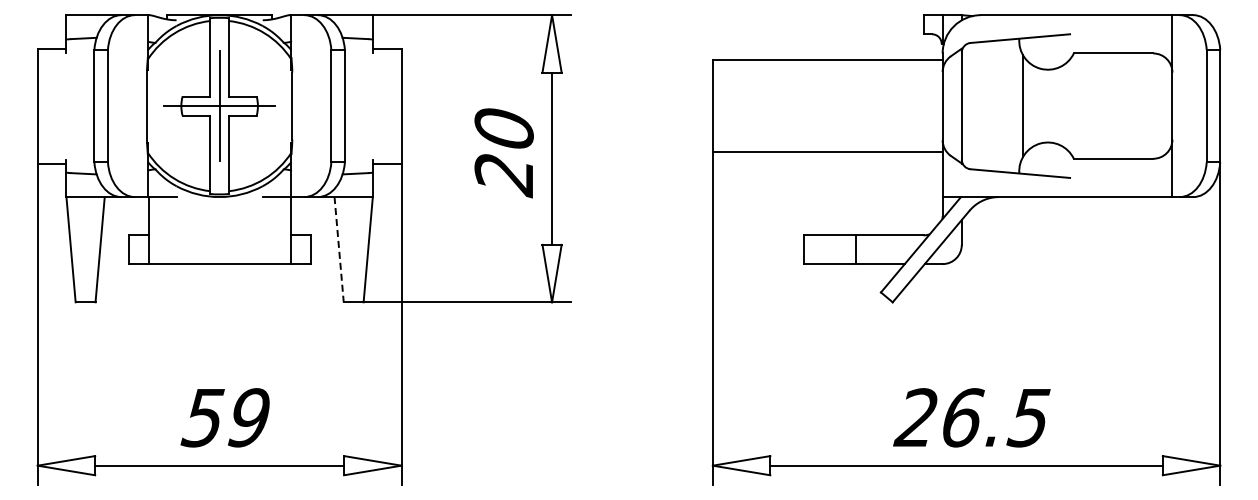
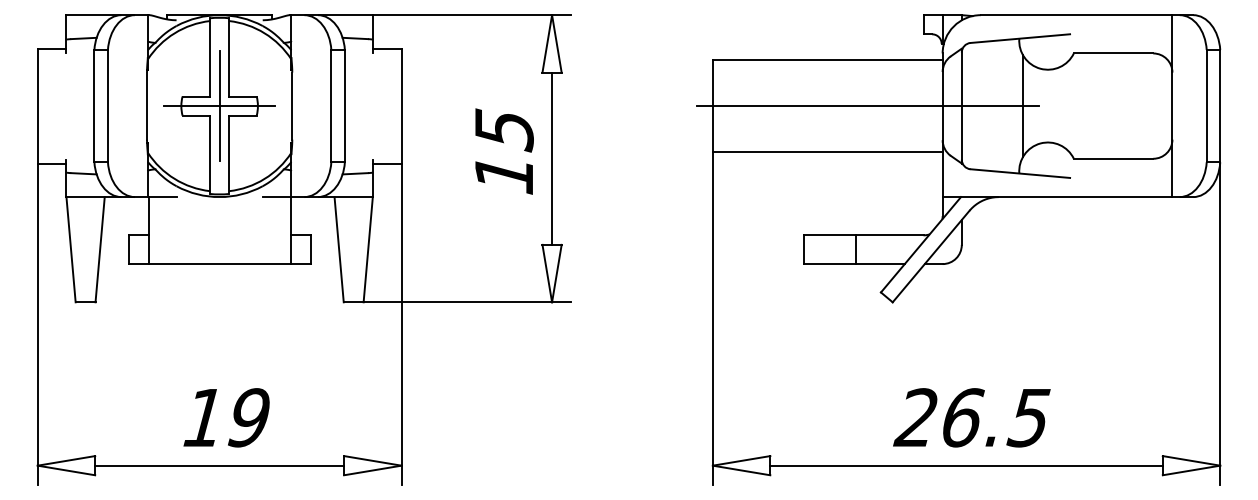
line at (867, 106): none -> present
text at (503, 153): 20 -> 15
line at (339, 249): dashed -> solid
text at (202, 418): 59 -> 19
